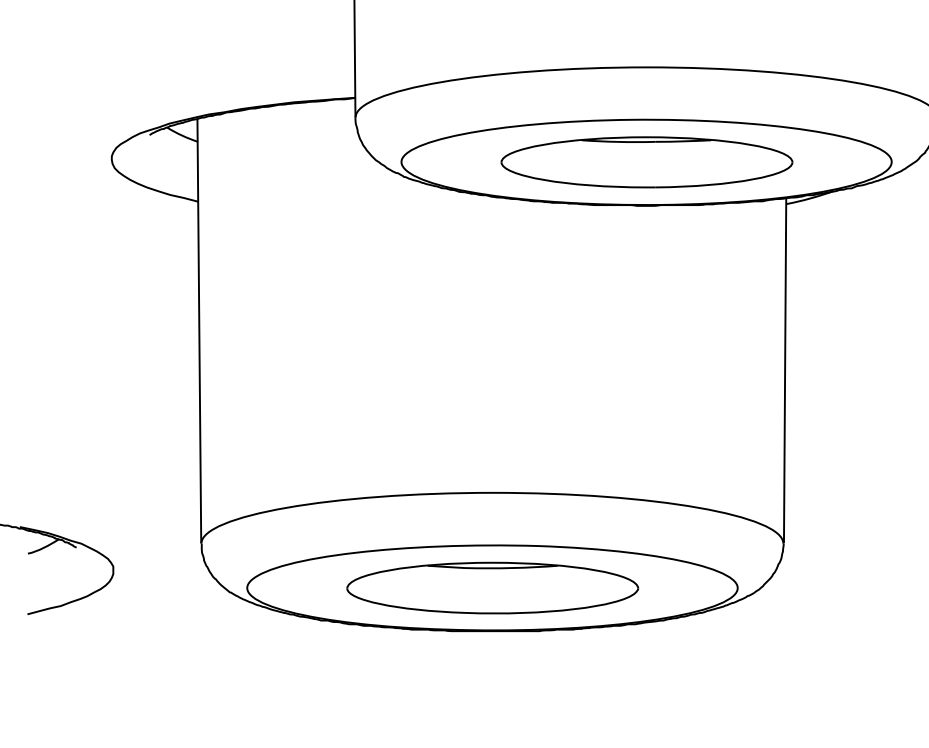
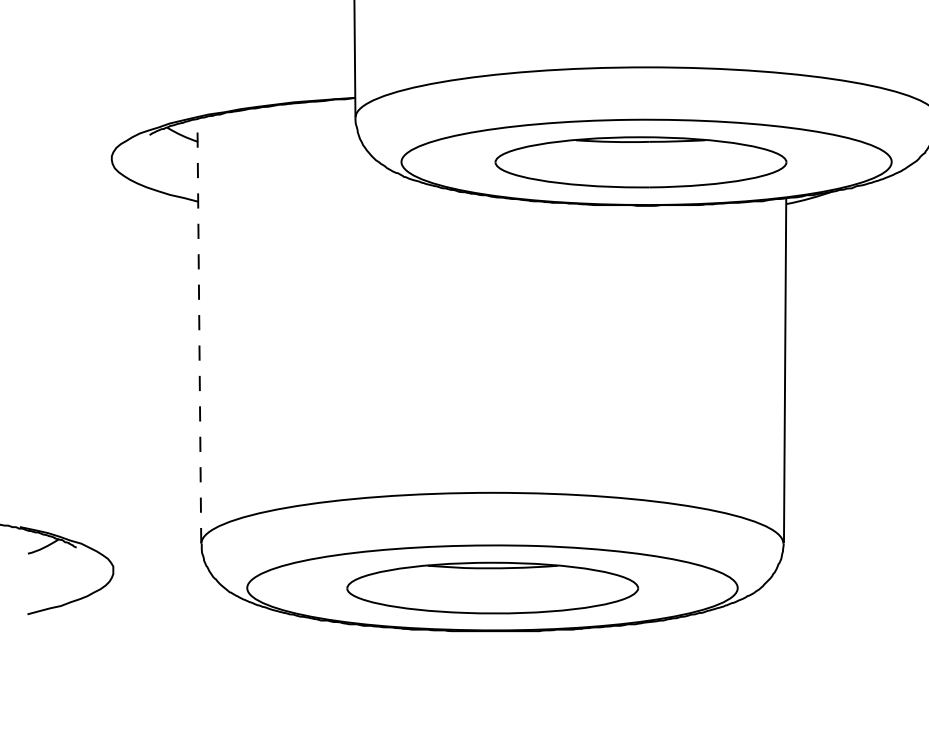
part at (646, 162) position: (646, 162) -> (640, 162)
line at (199, 330): solid -> dashed
